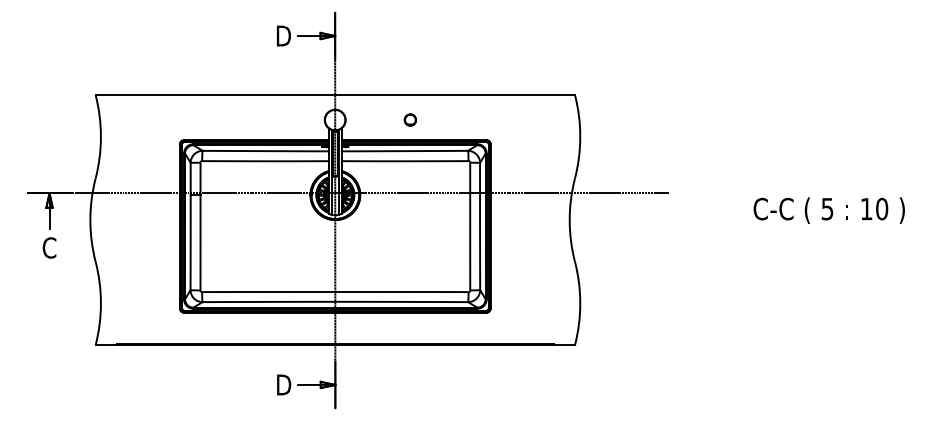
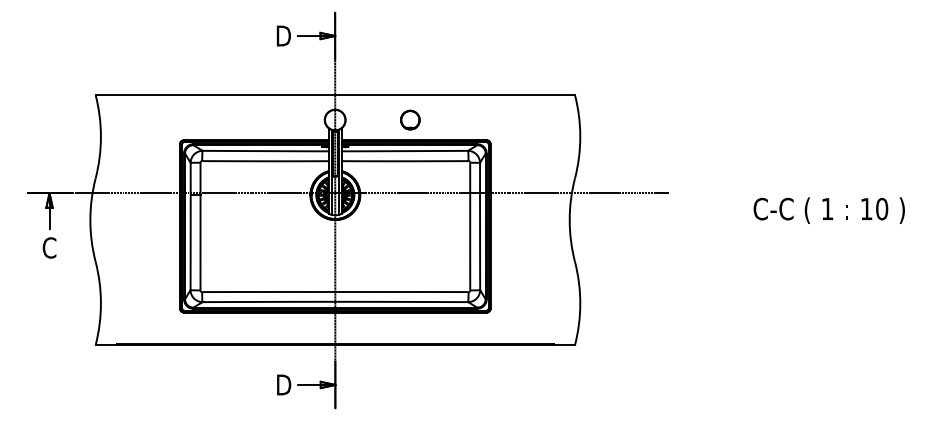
part at (409, 119) size: 14x14 px -> 21x22 px
text at (827, 209): 5 -> 1
